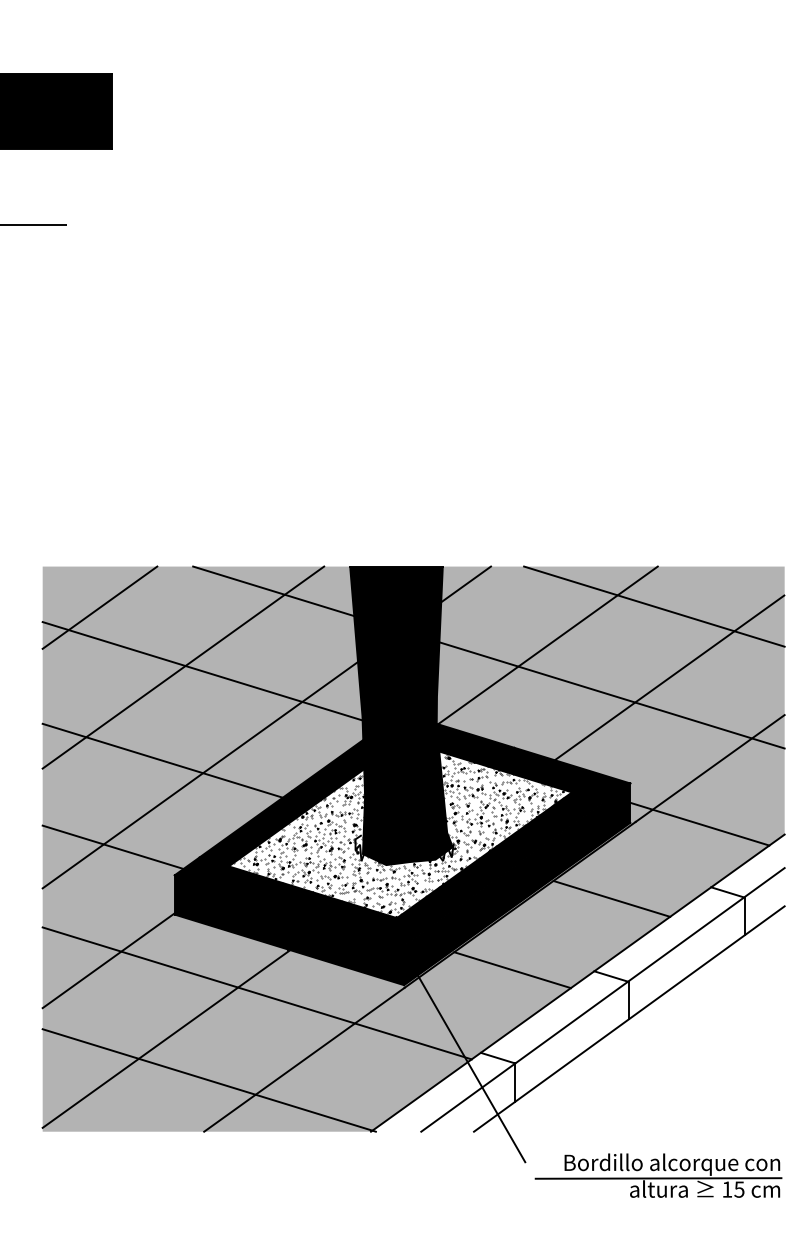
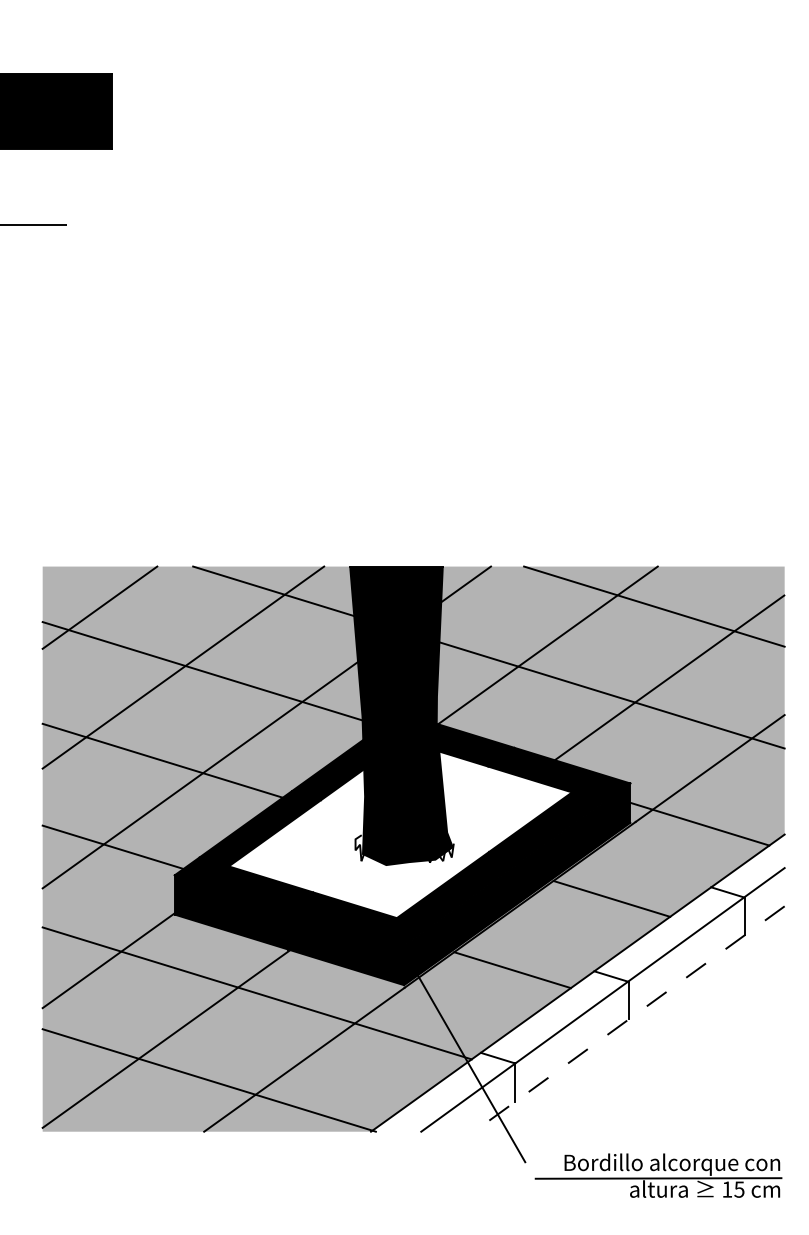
hatch at (402, 836): present -> none
line at (629, 1019): solid -> dashed
